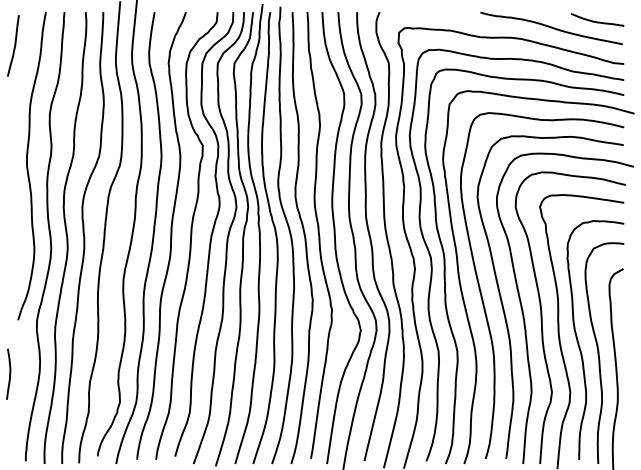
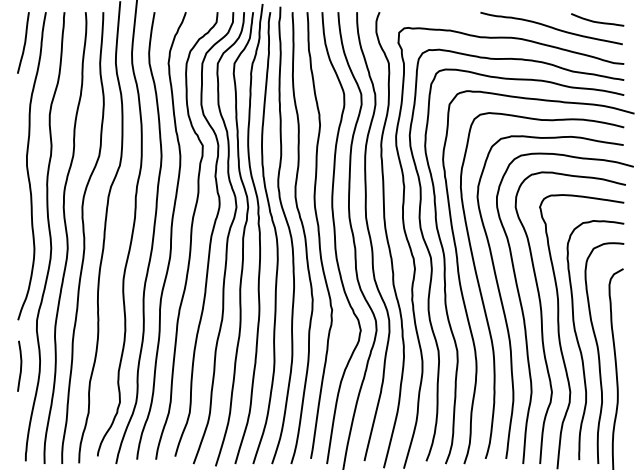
curve at (14, 45) position: (14, 45) -> (24, 42)
curve at (9, 373) position: (9, 373) -> (20, 365)
